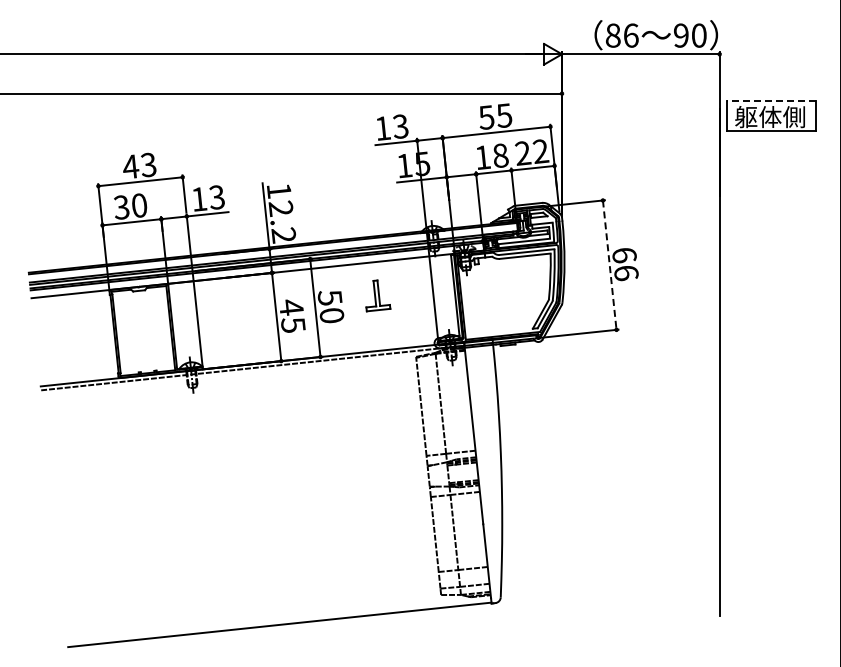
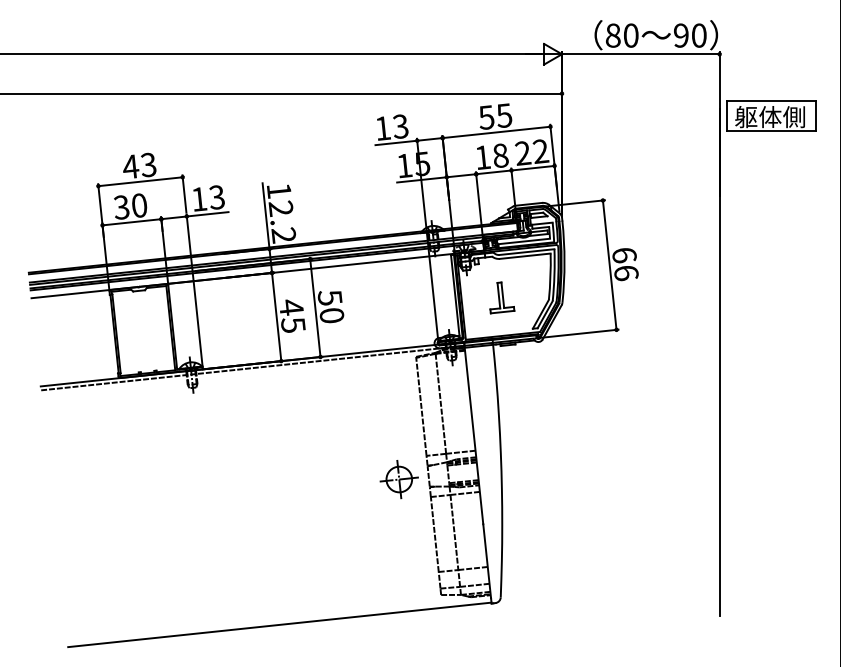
text at (631, 35): 86 -> 80
line at (771, 101): dashed -> solid
line at (609, 265): dashed -> solid
part at (378, 295) position: (378, 295) -> (502, 297)
part at (398, 479): none -> present
